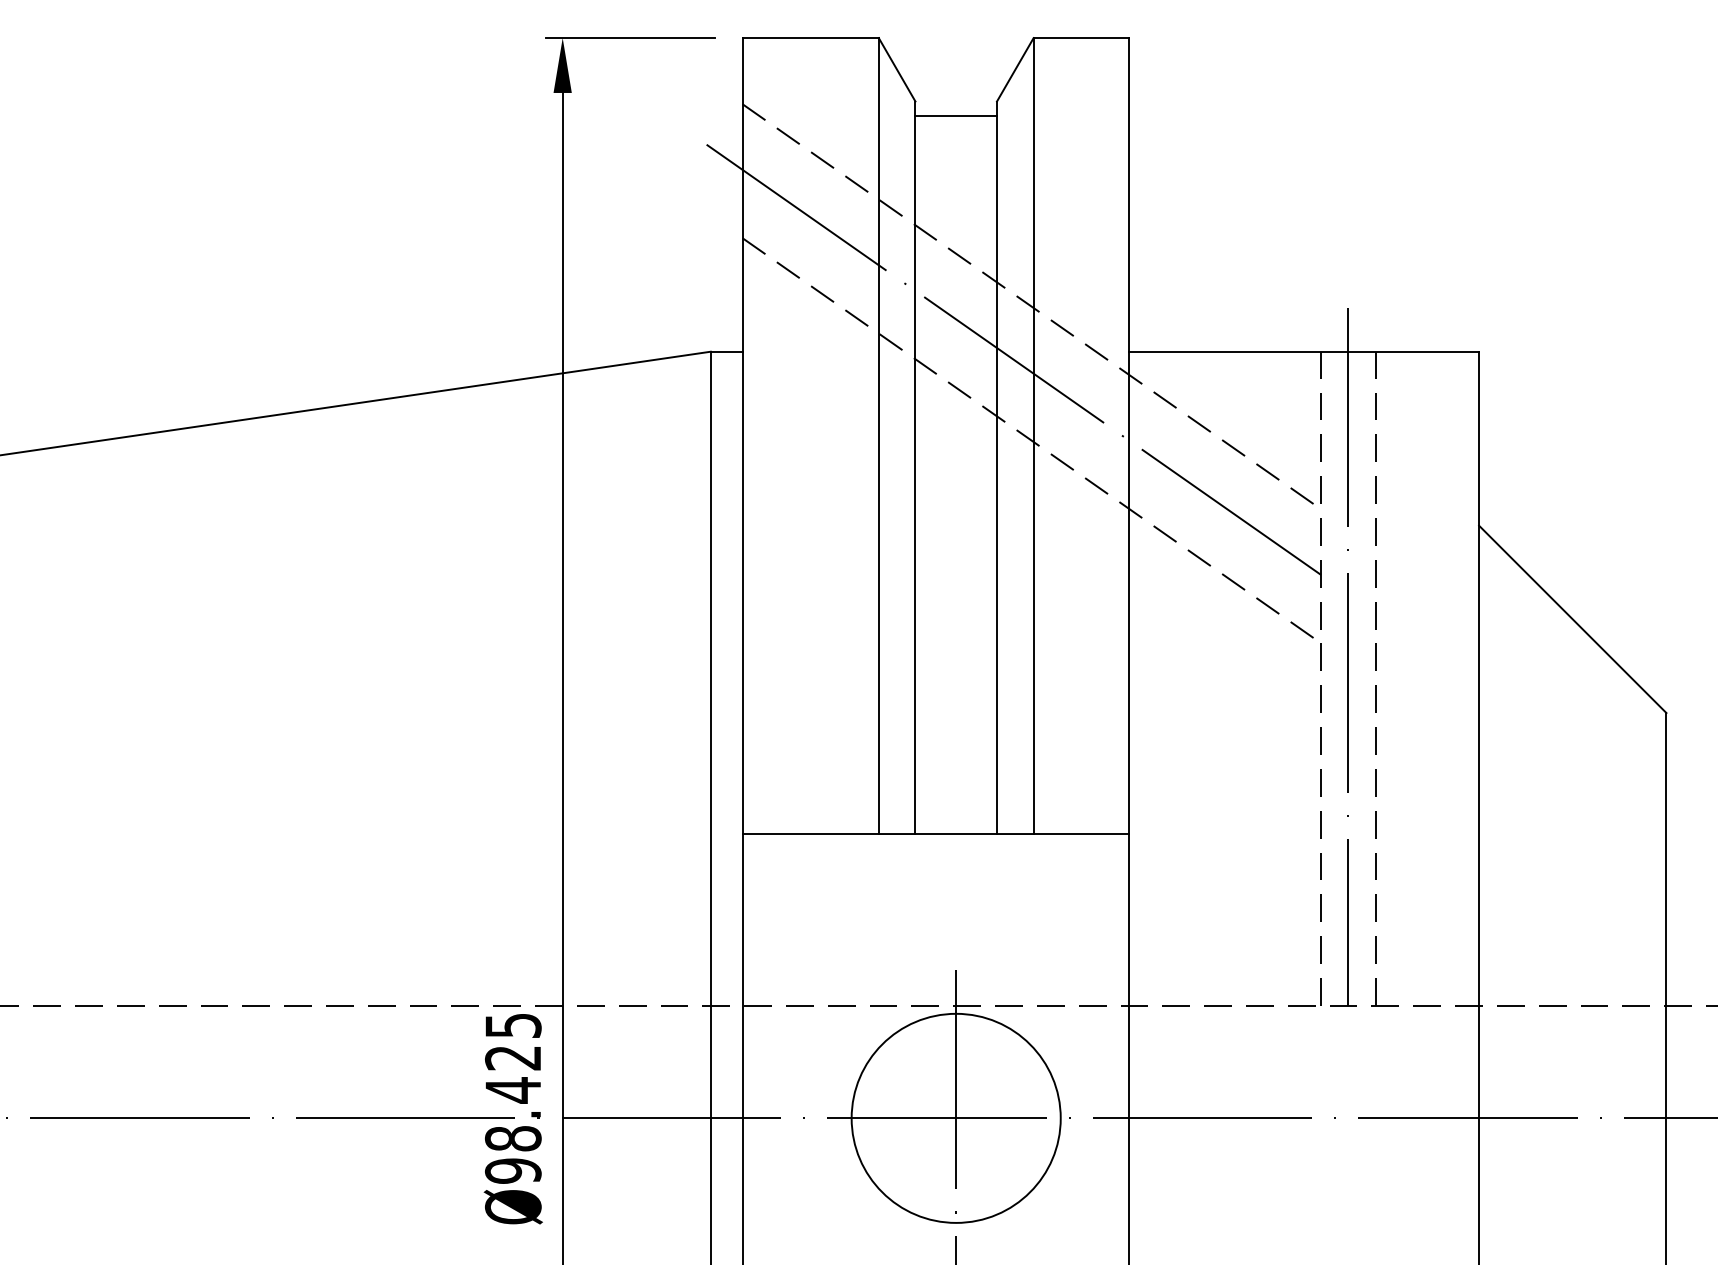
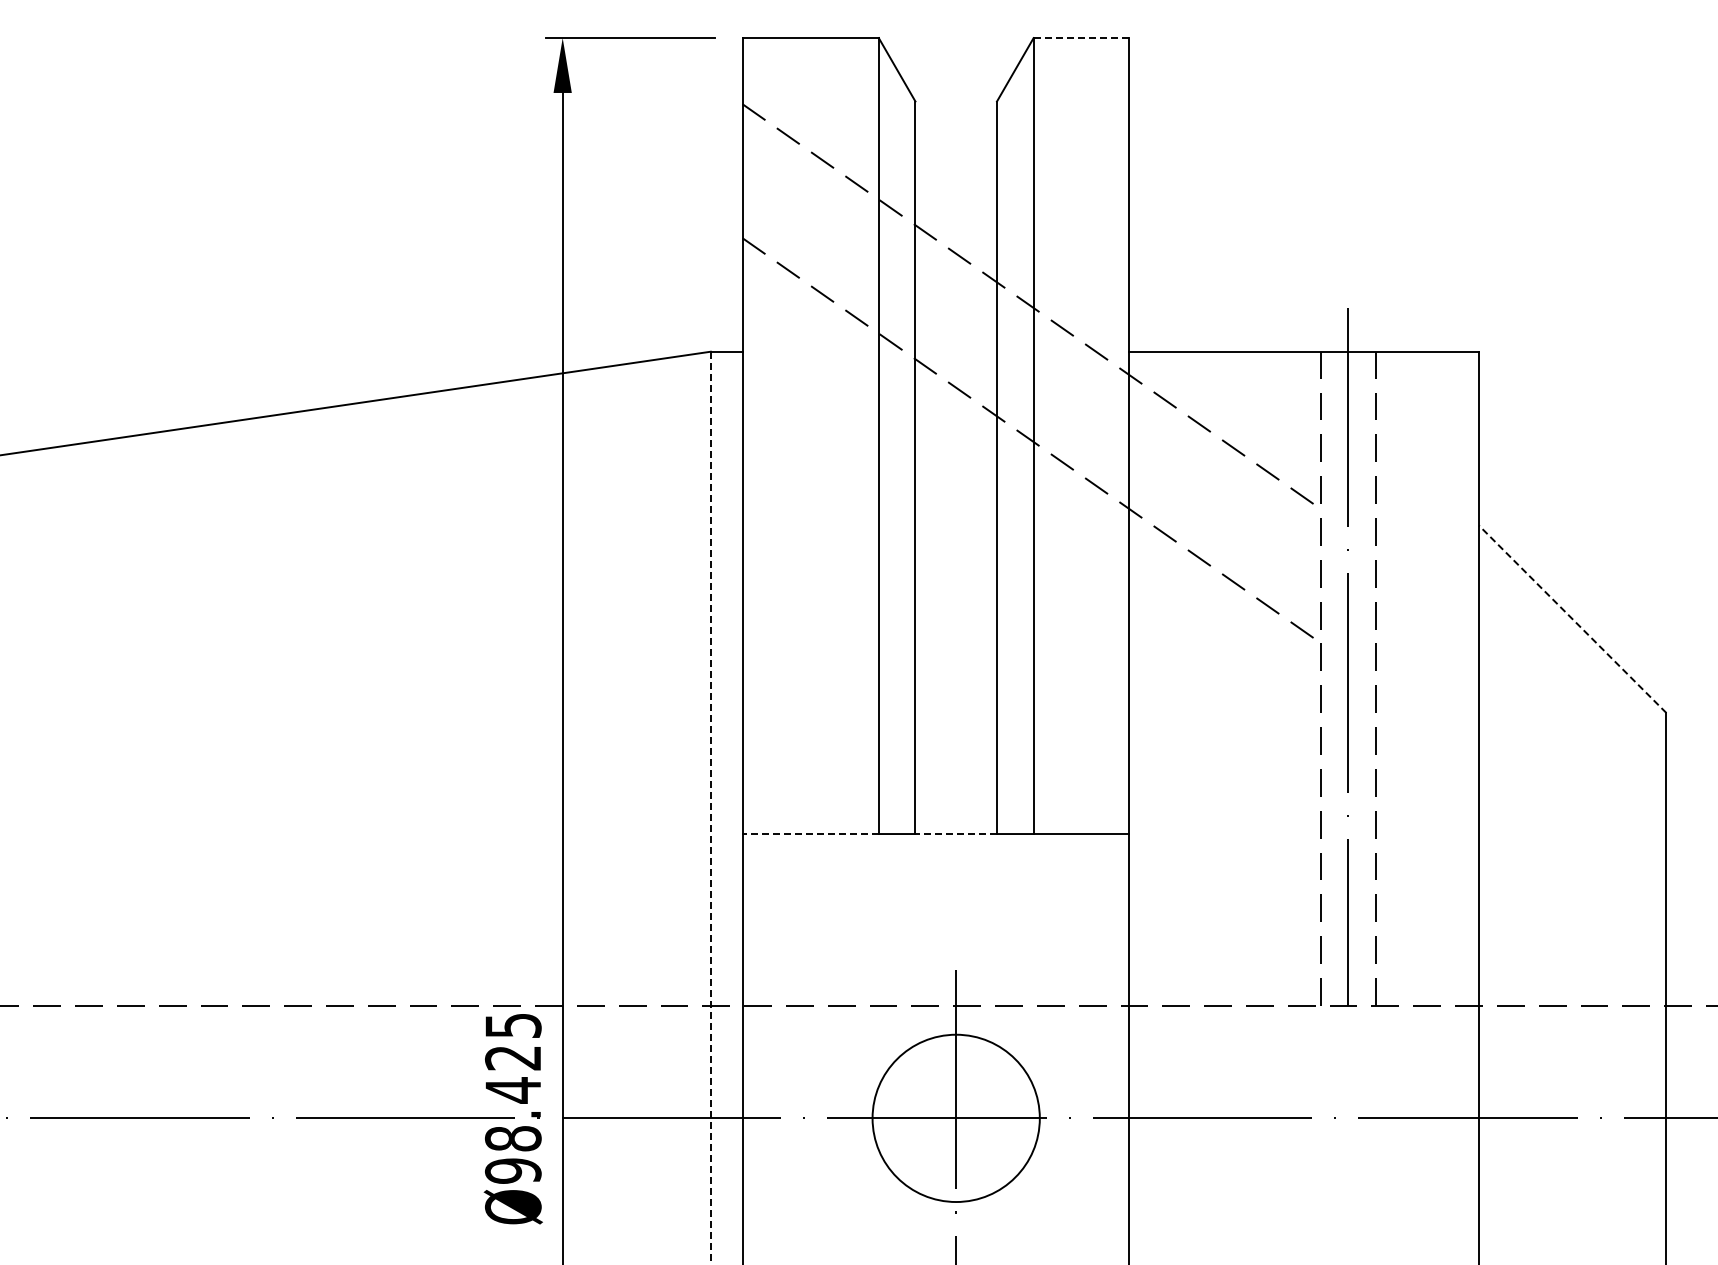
line at (1081, 38): solid -> dashed
line at (956, 116): present -> none
line at (1013, 359): present -> none
line at (1572, 619): solid -> dashed
line at (710, 808): solid -> dashed
line at (810, 834): solid -> dashed
line at (956, 834): solid -> dashed
circle at (955, 1117) diameter: 209 px -> 167 px
